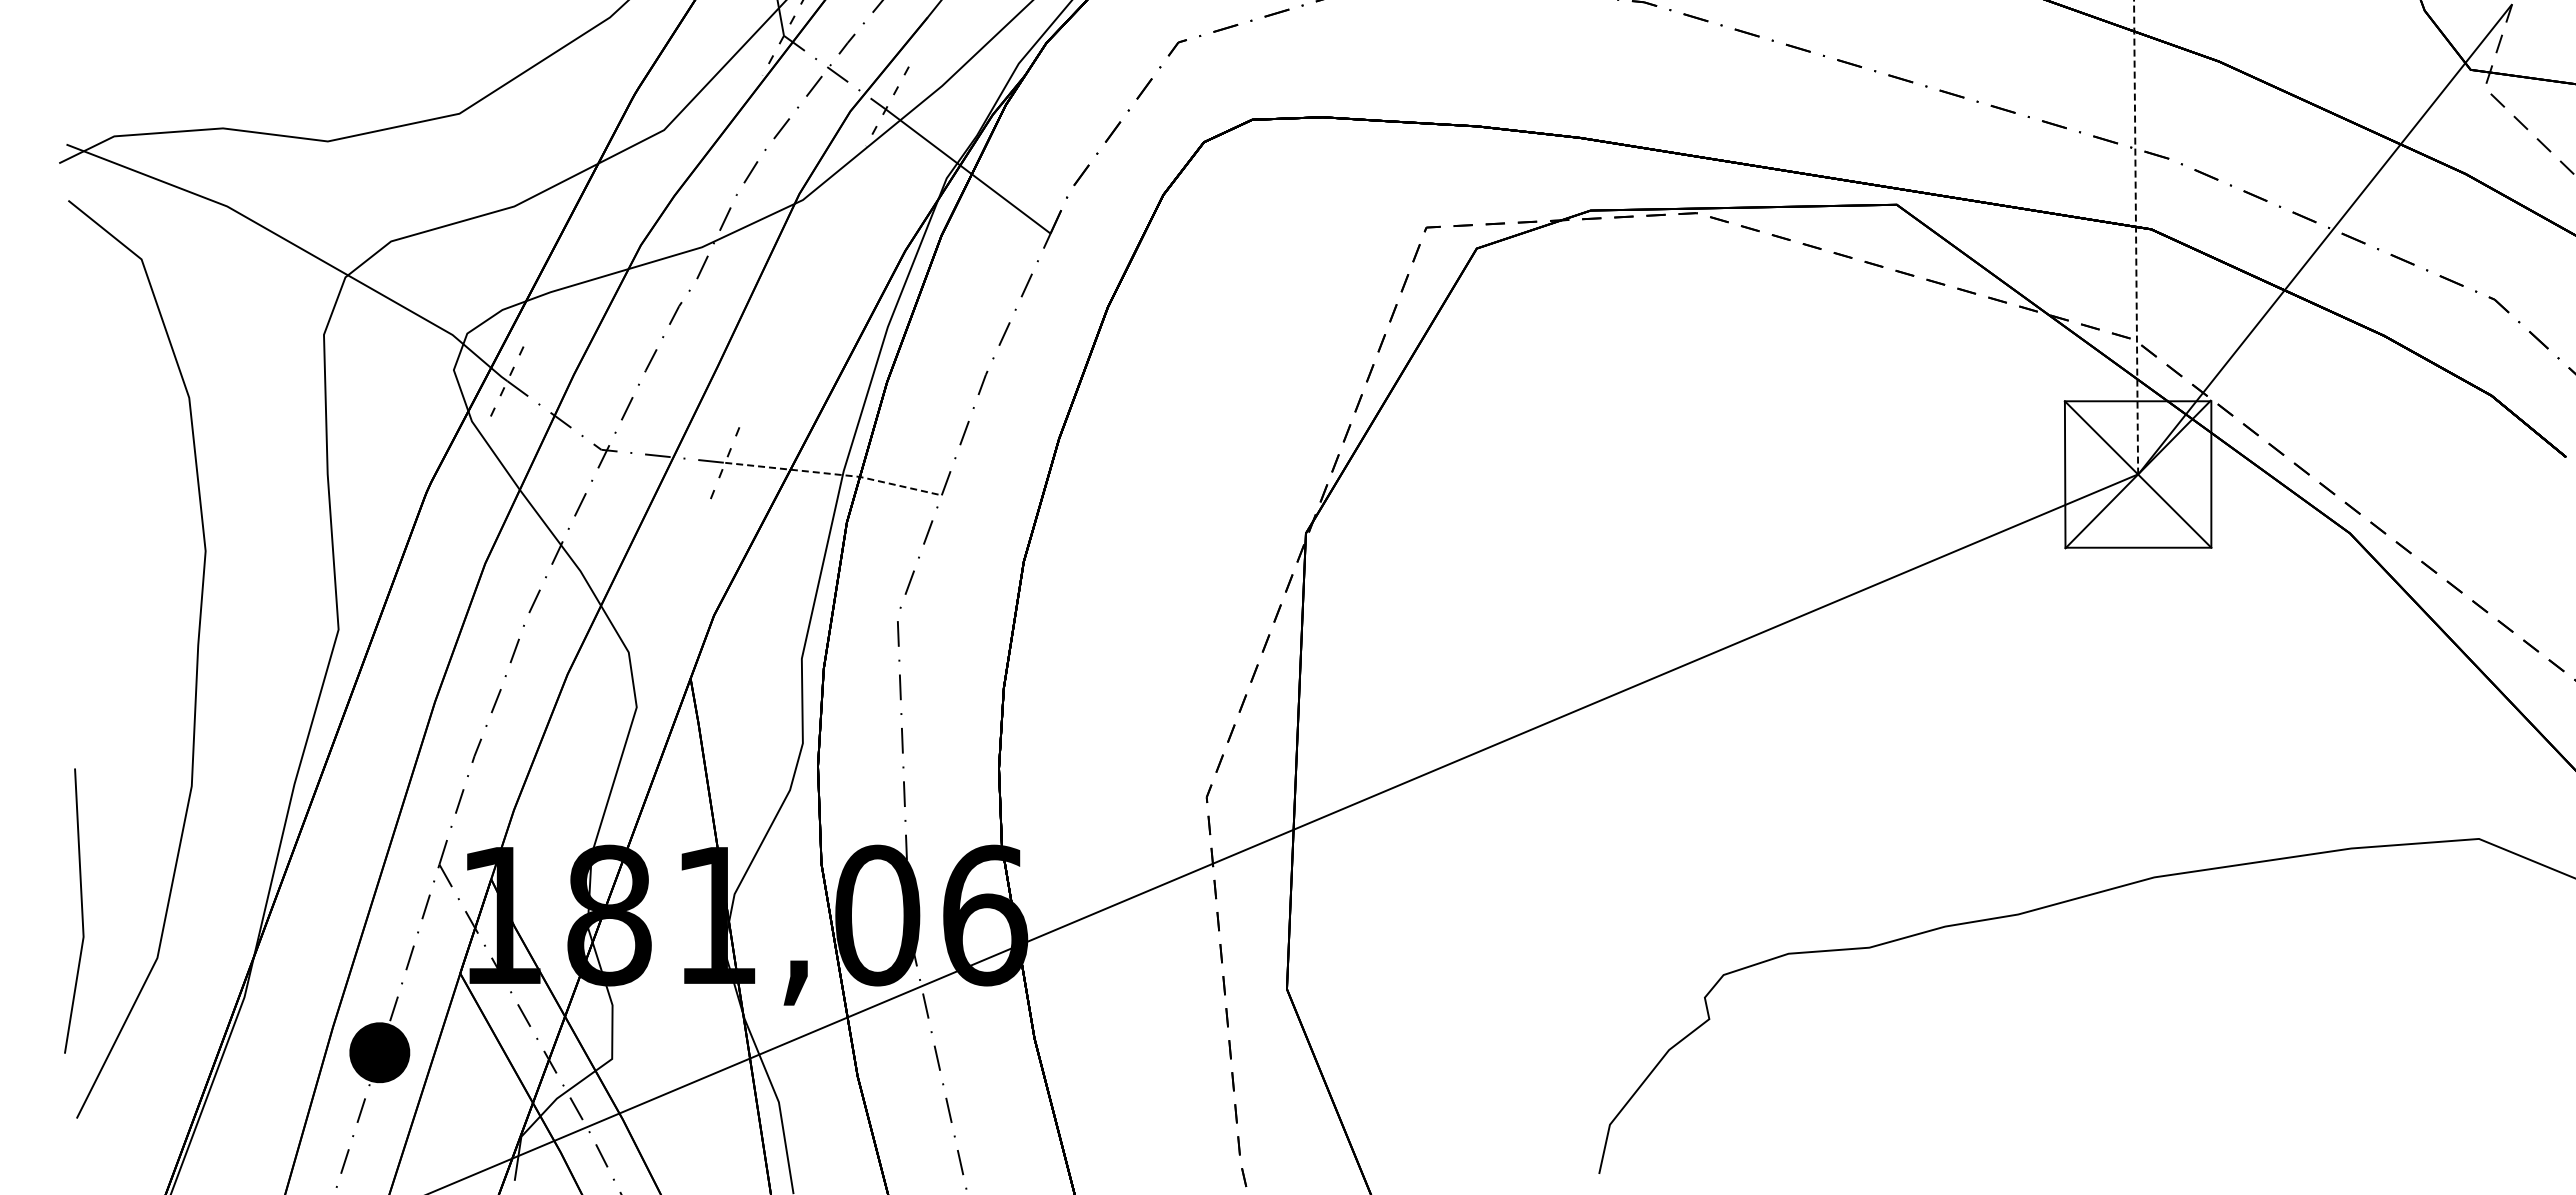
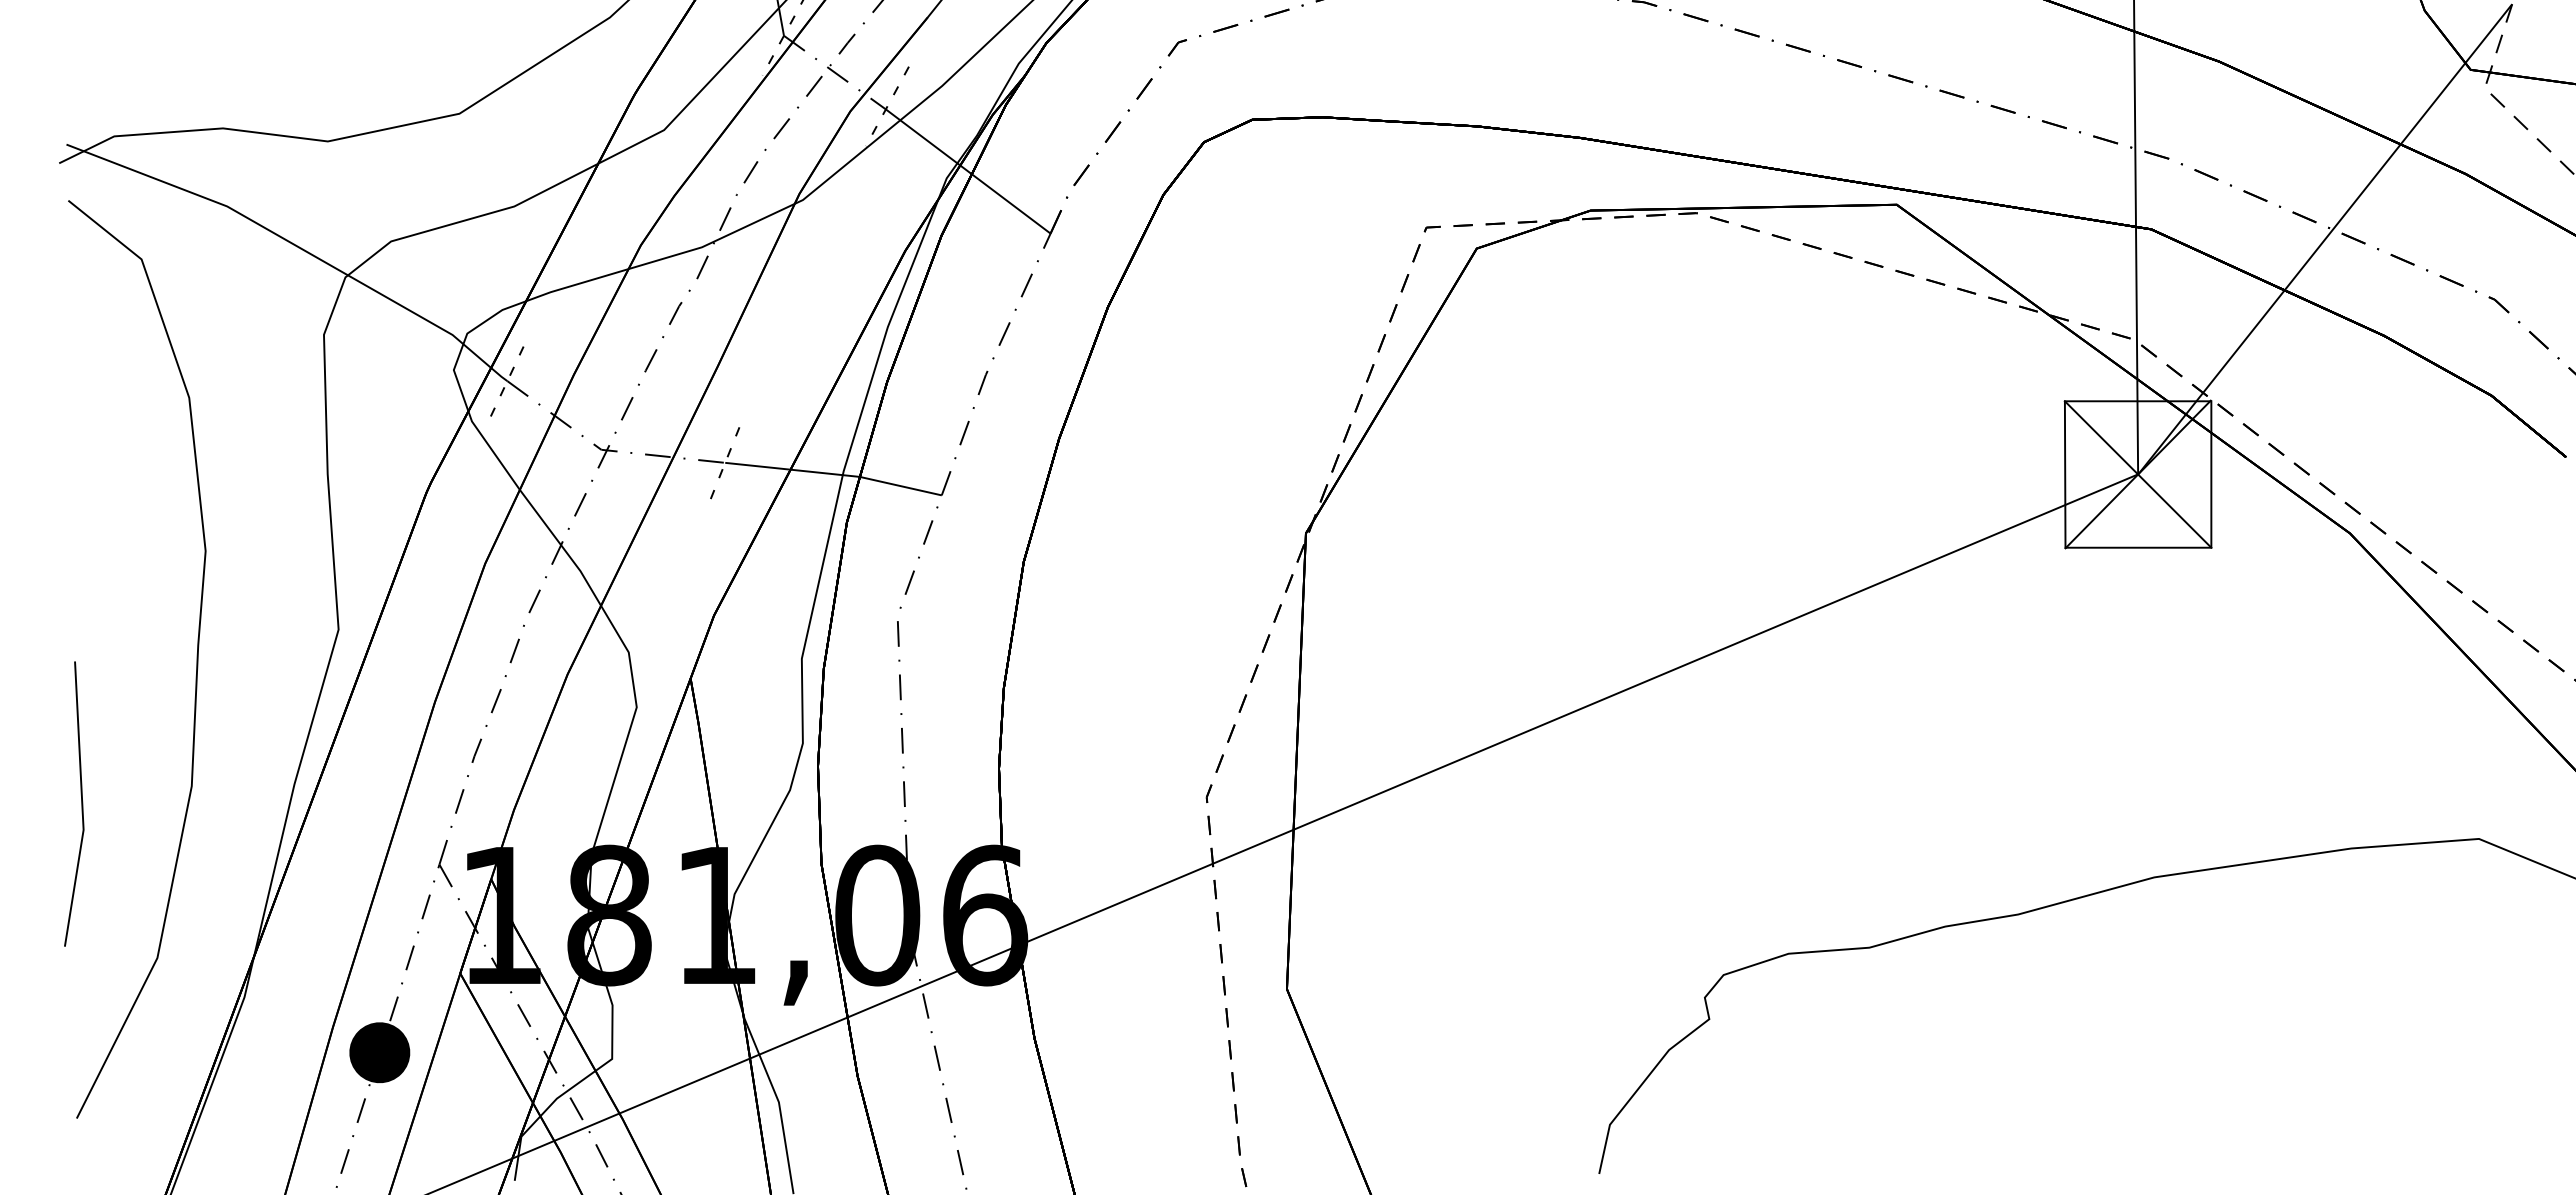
line at (2136, 236): dashed -> solid
line at (835, 474): dashed -> solid
line at (81, 910) position: (81, 910) -> (81, 803)
